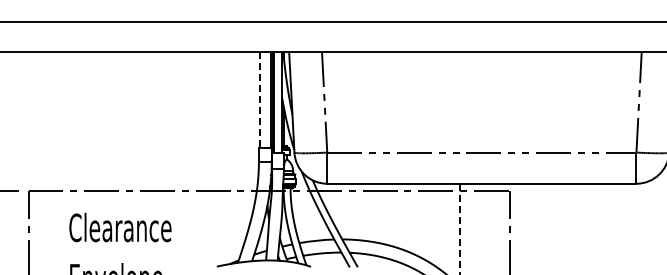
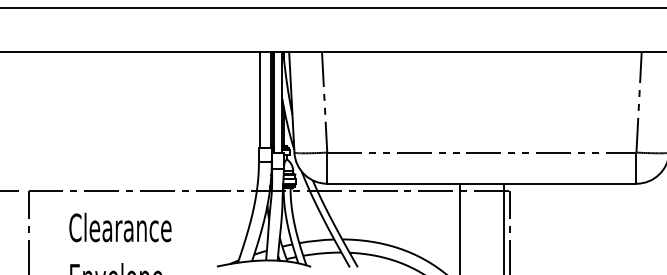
line at (332, 22) position: (332, 22) -> (332, 8)
line at (260, 100): dashed -> solid
line at (503, 227): none -> present
line at (459, 229): dashed -> solid
